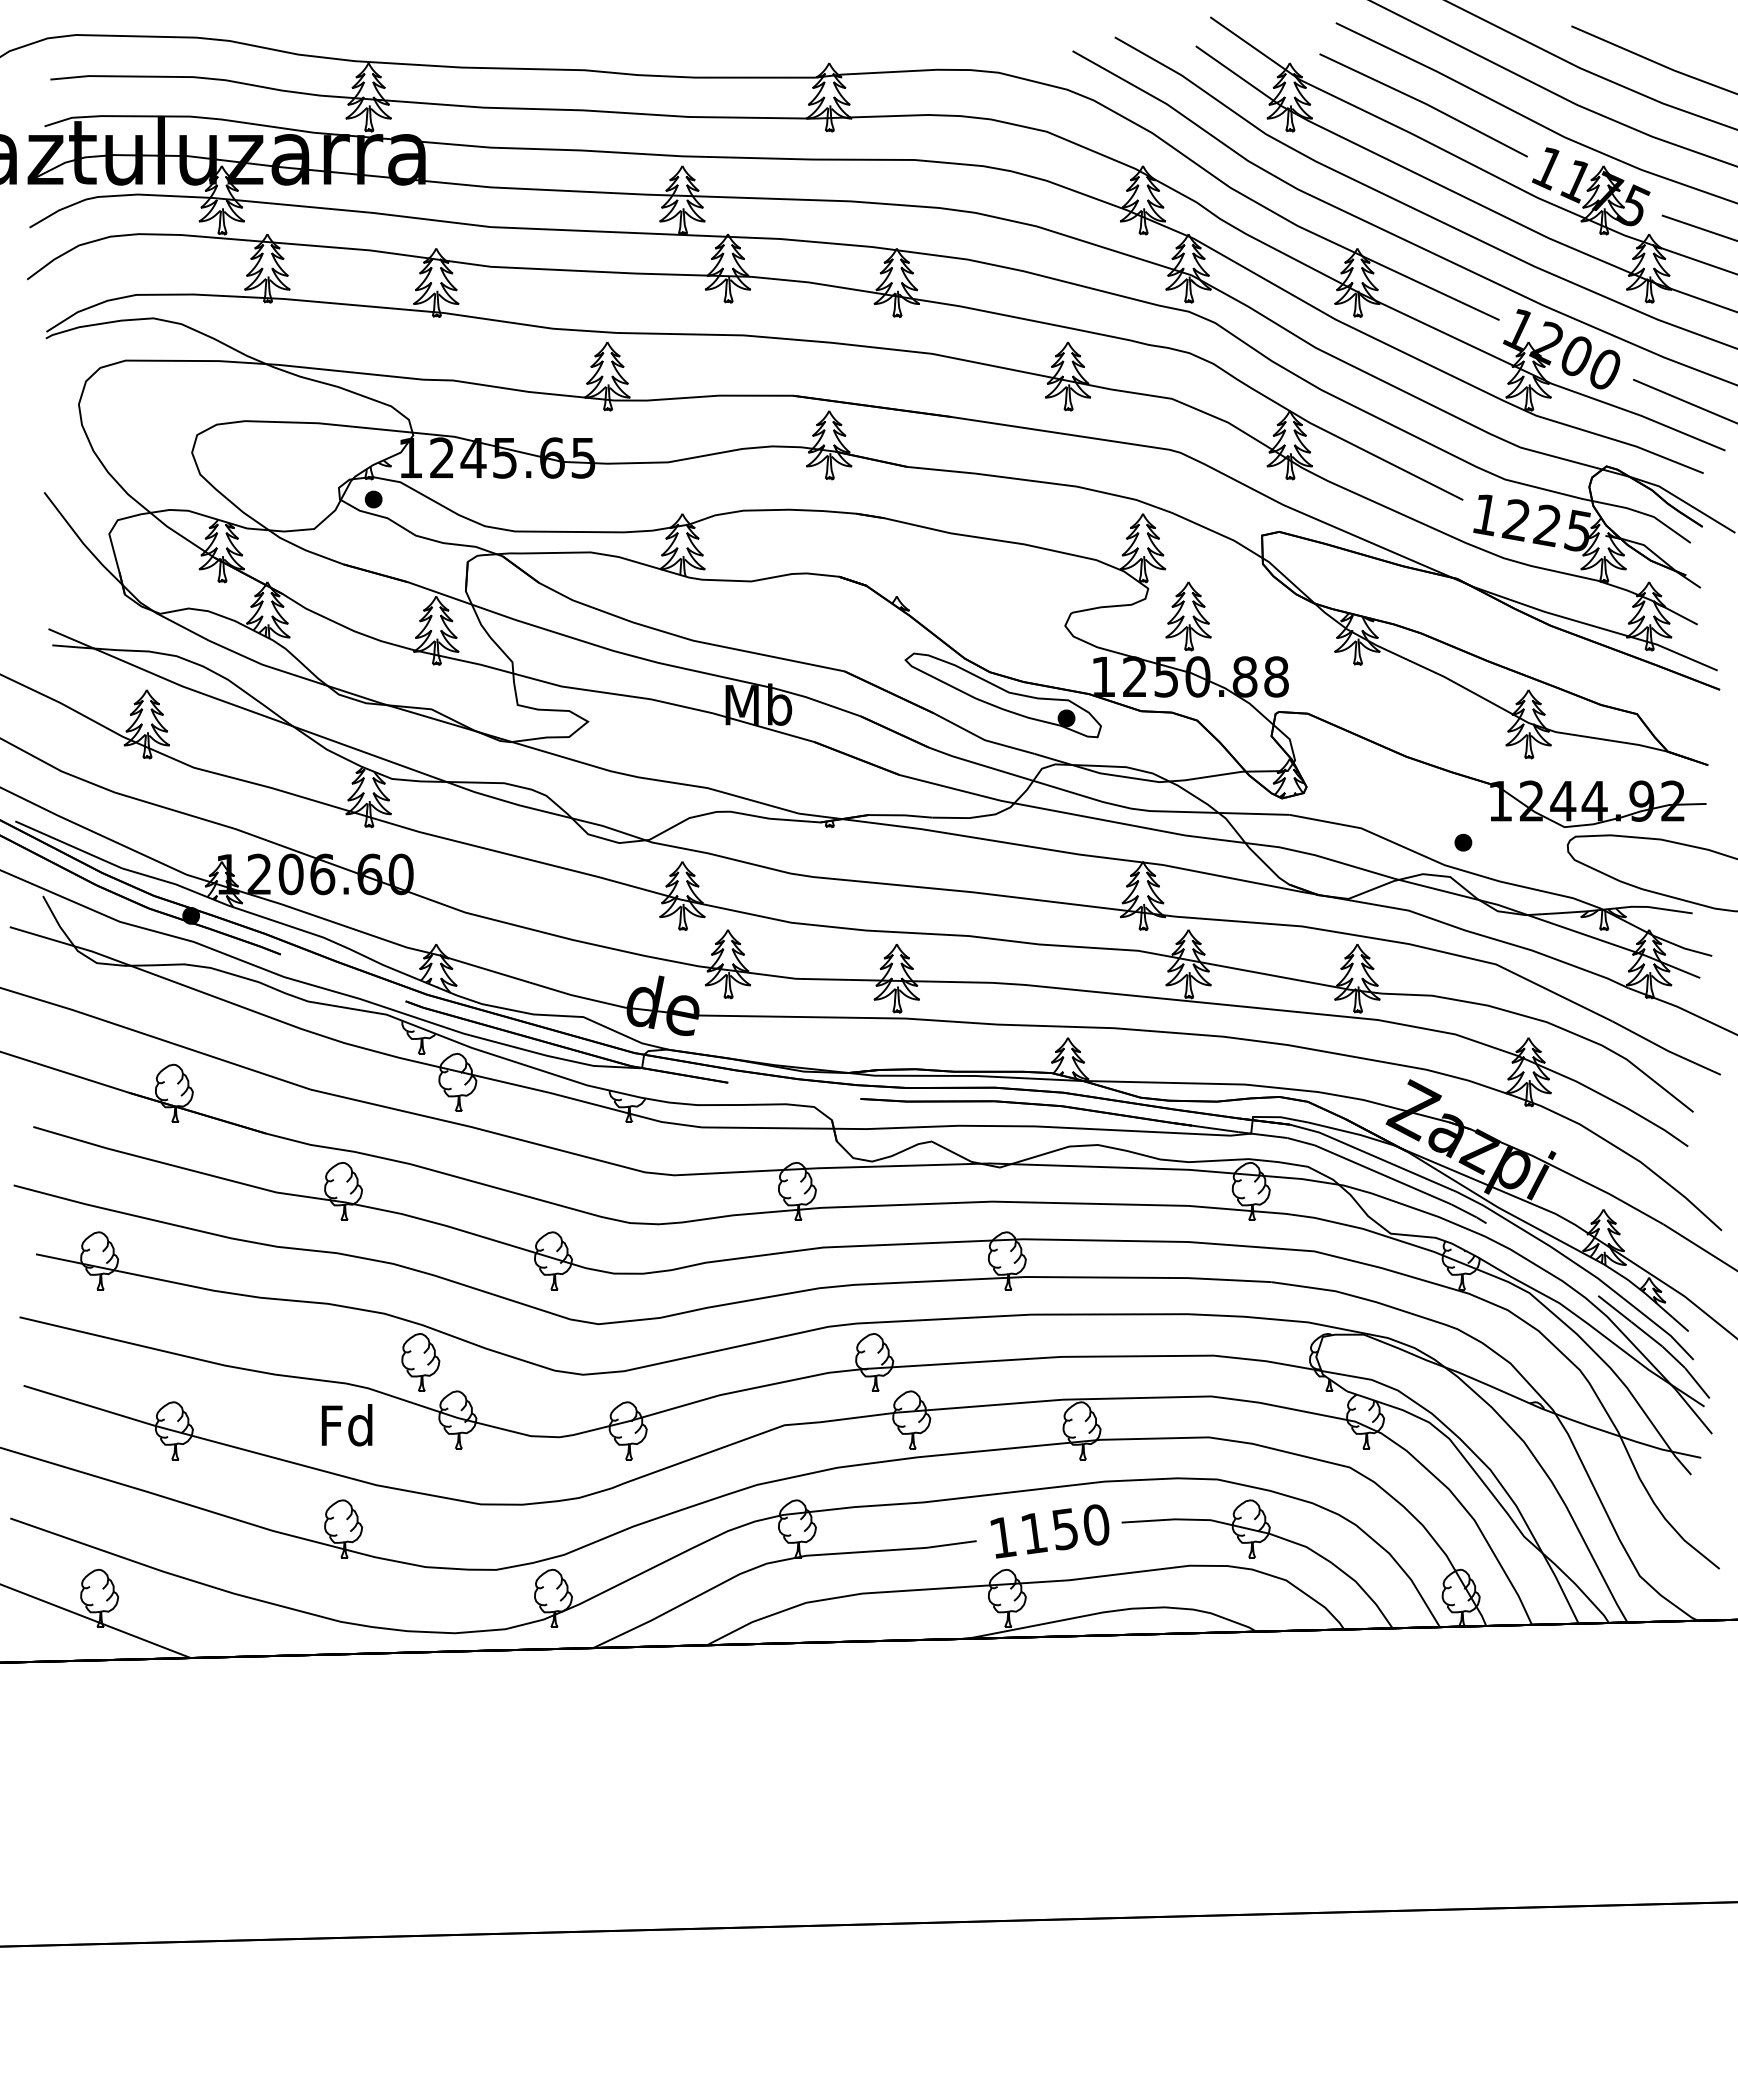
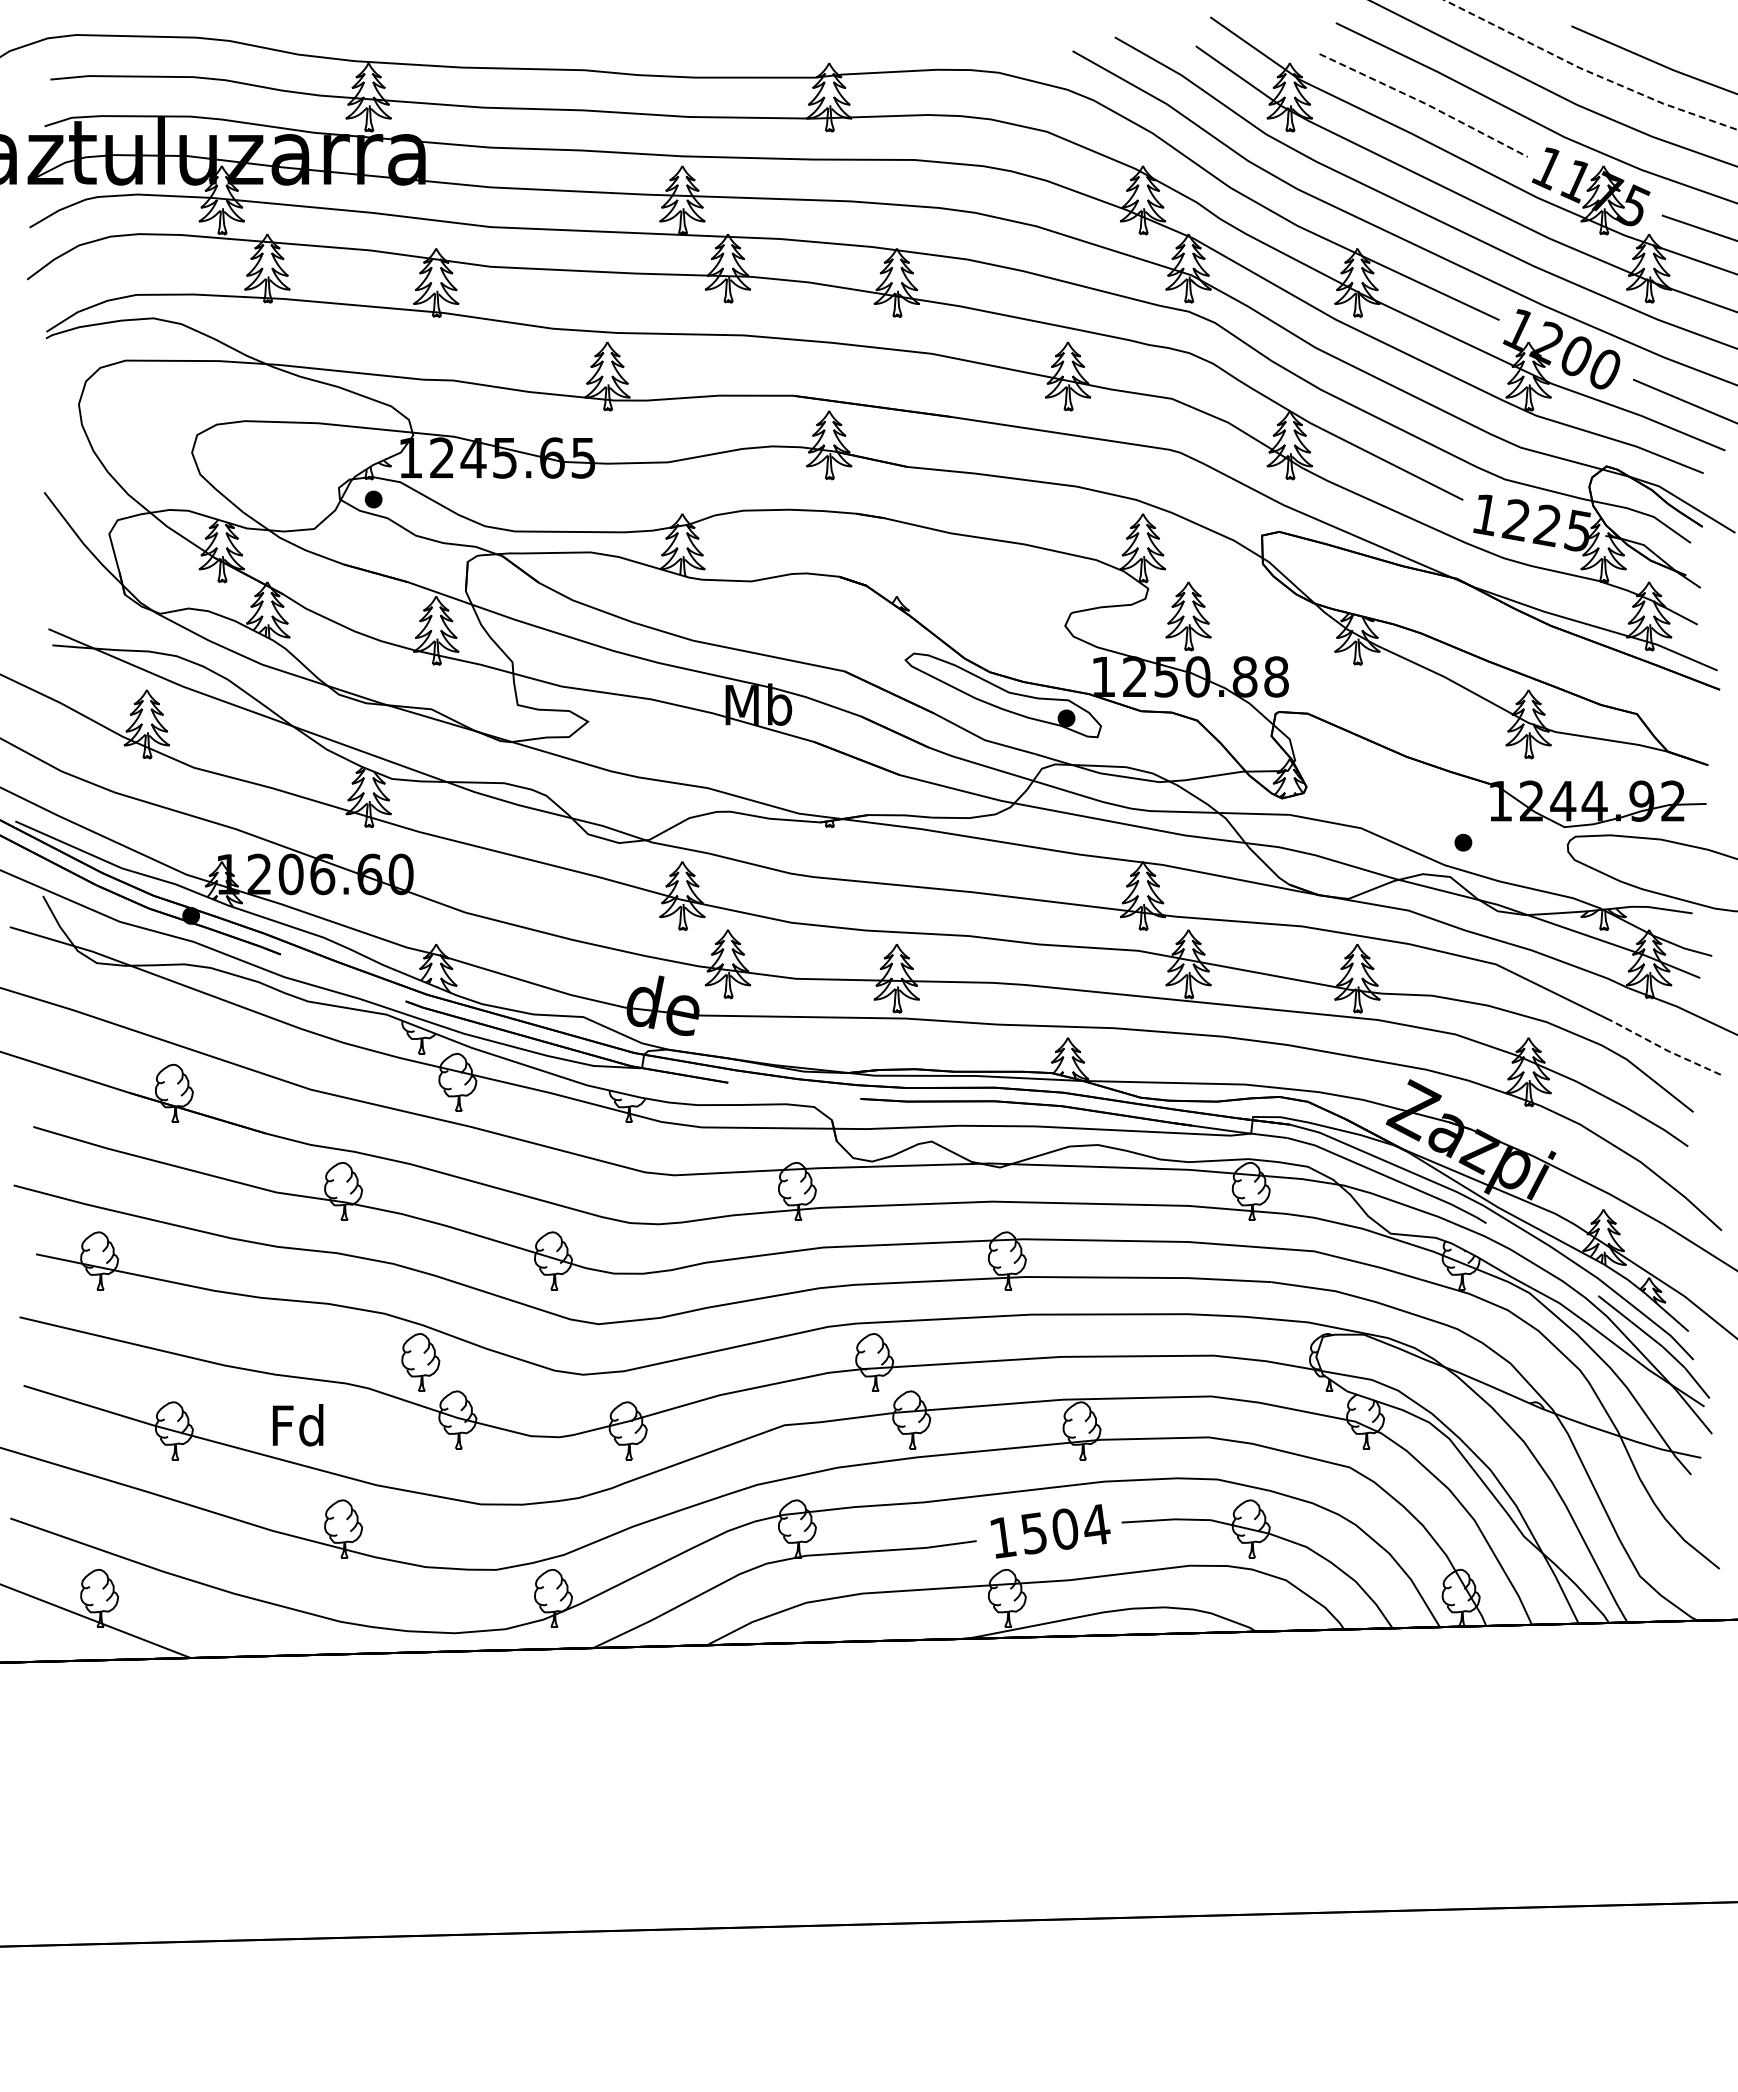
line at (1588, 71): solid -> dashed
line at (1425, 103): solid -> dashed
line at (1666, 1049): solid -> dashed
text at (346, 1425) position: (346, 1425) -> (297, 1425)
text at (1065, 1529): 1150 -> 1504
